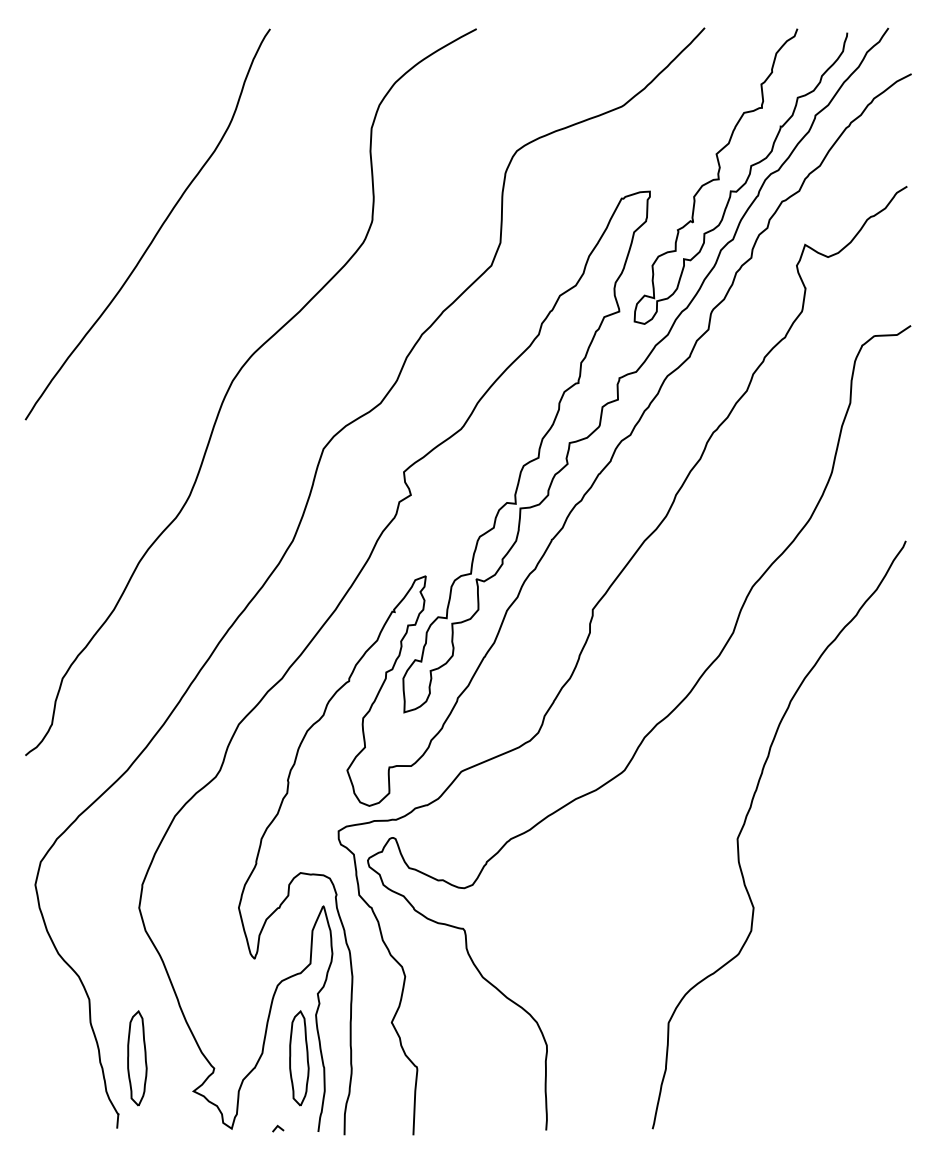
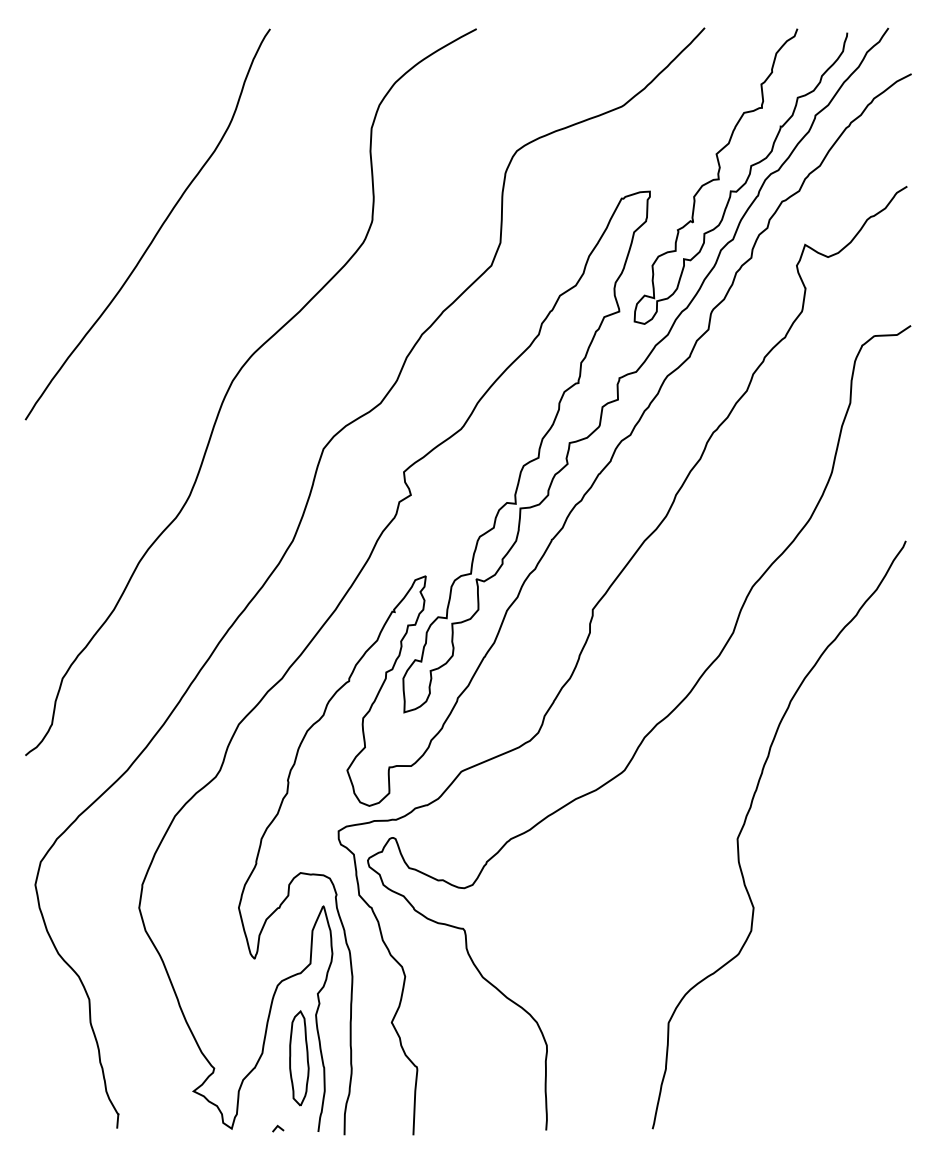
part at (137, 1058): present -> none
